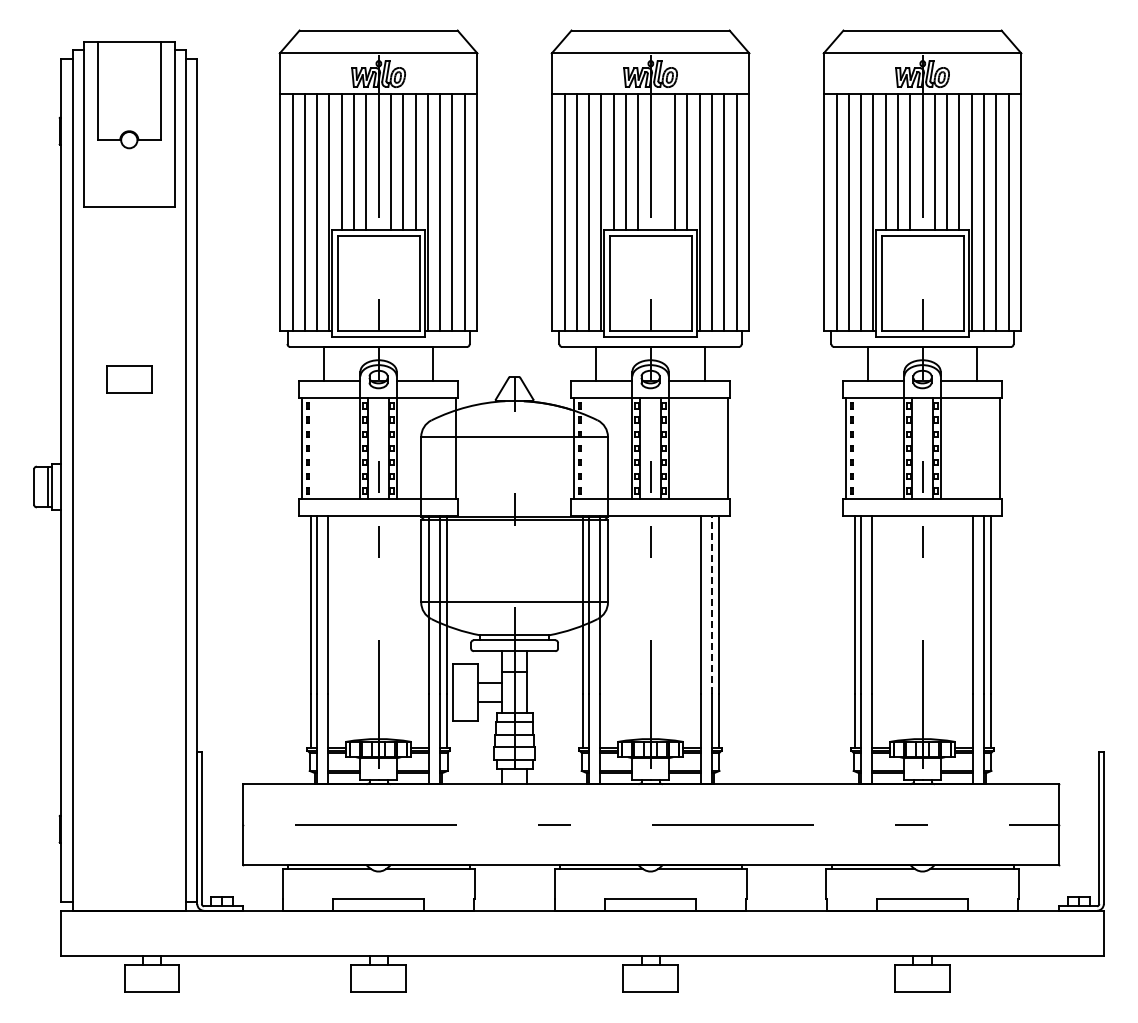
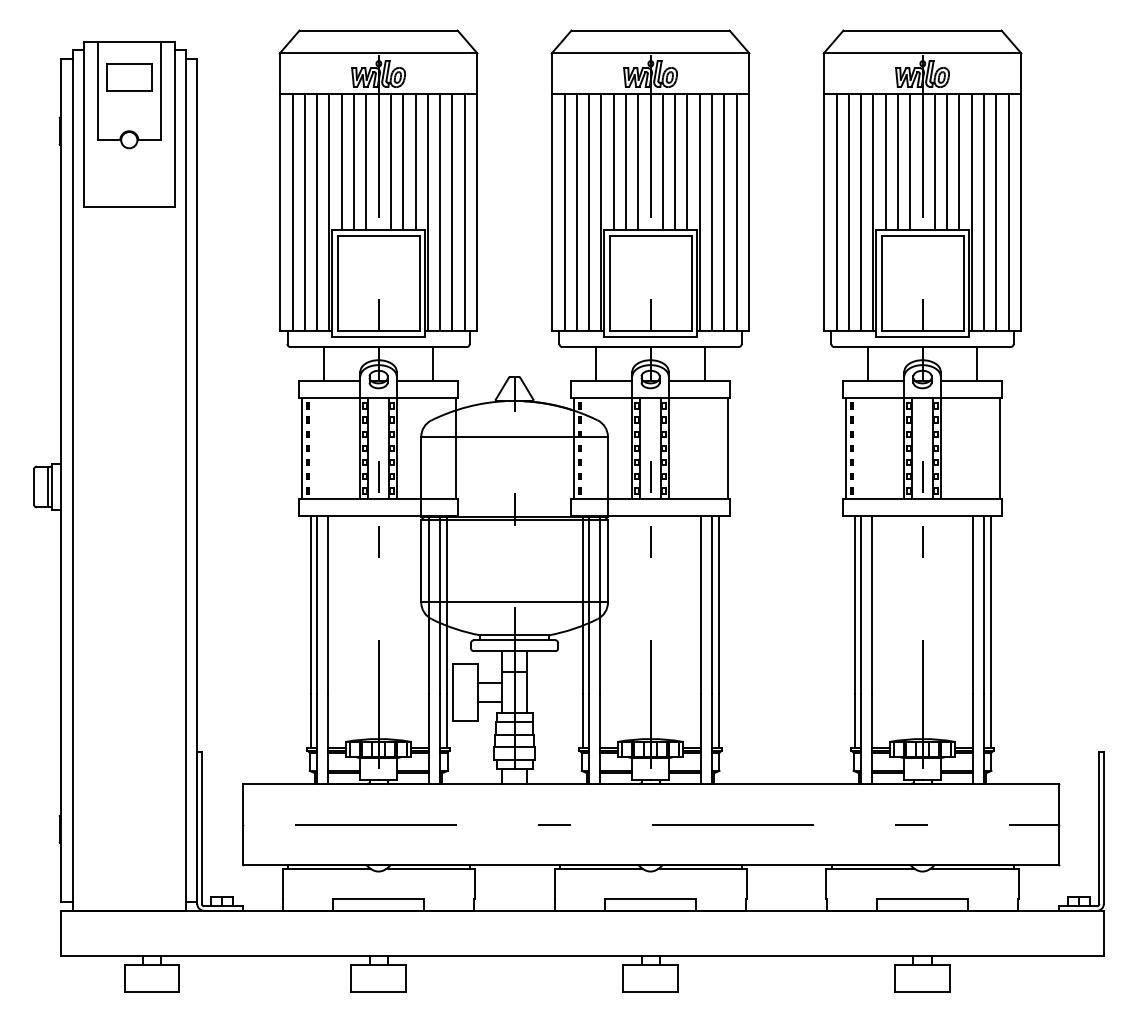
line at (662, 161): none -> present
part at (129, 379) position: (129, 379) -> (129, 77)
line at (712, 604): dashed -> solid
